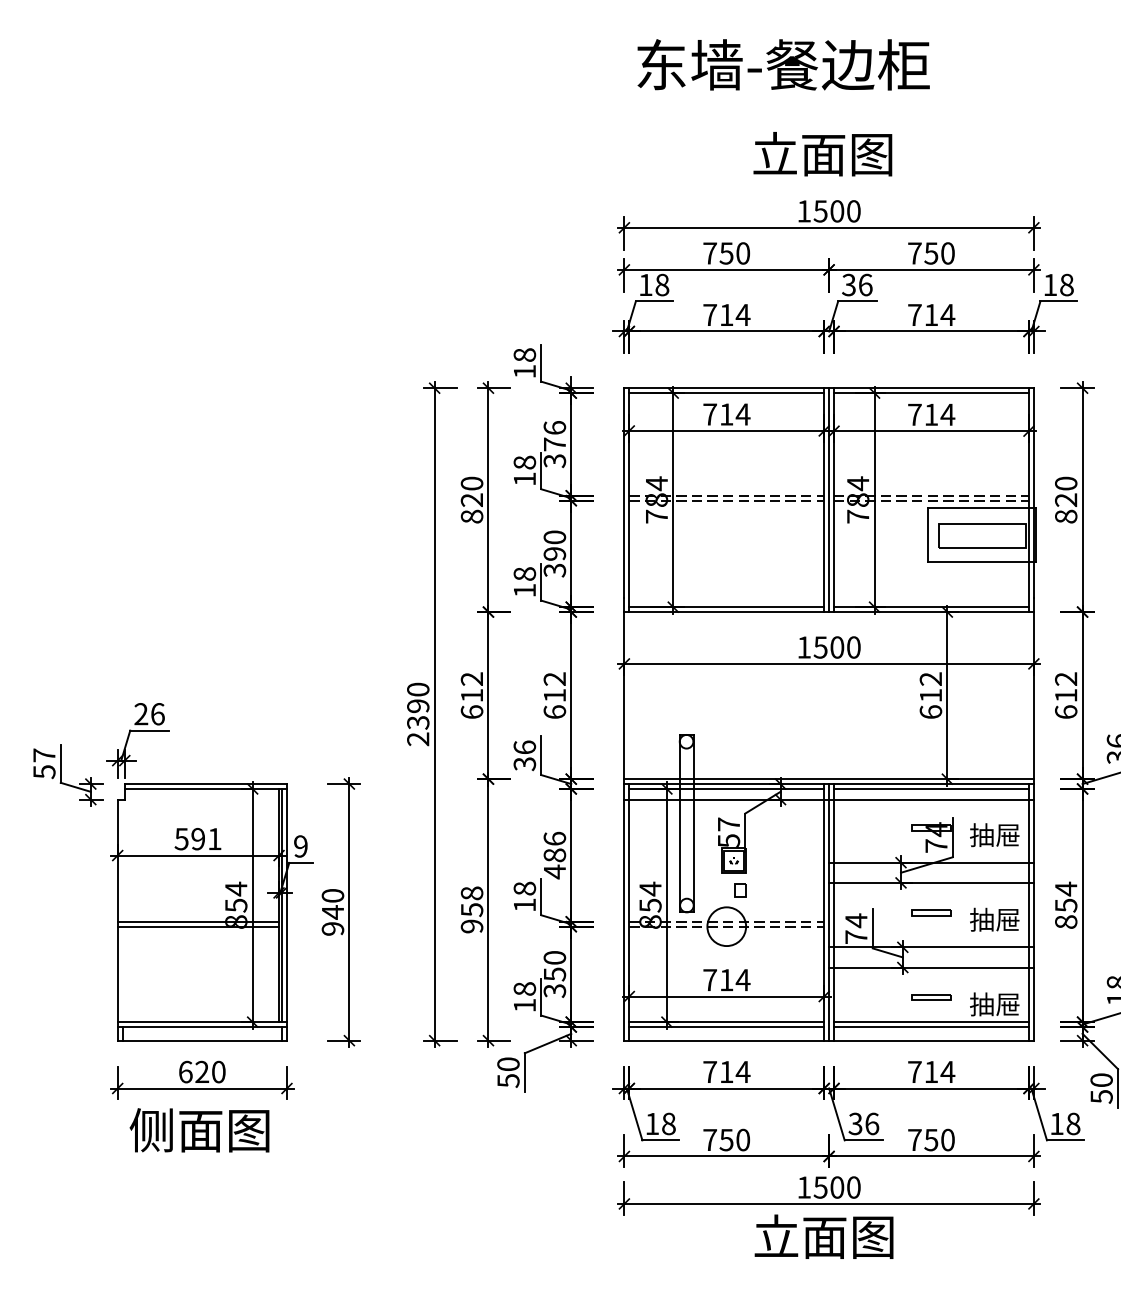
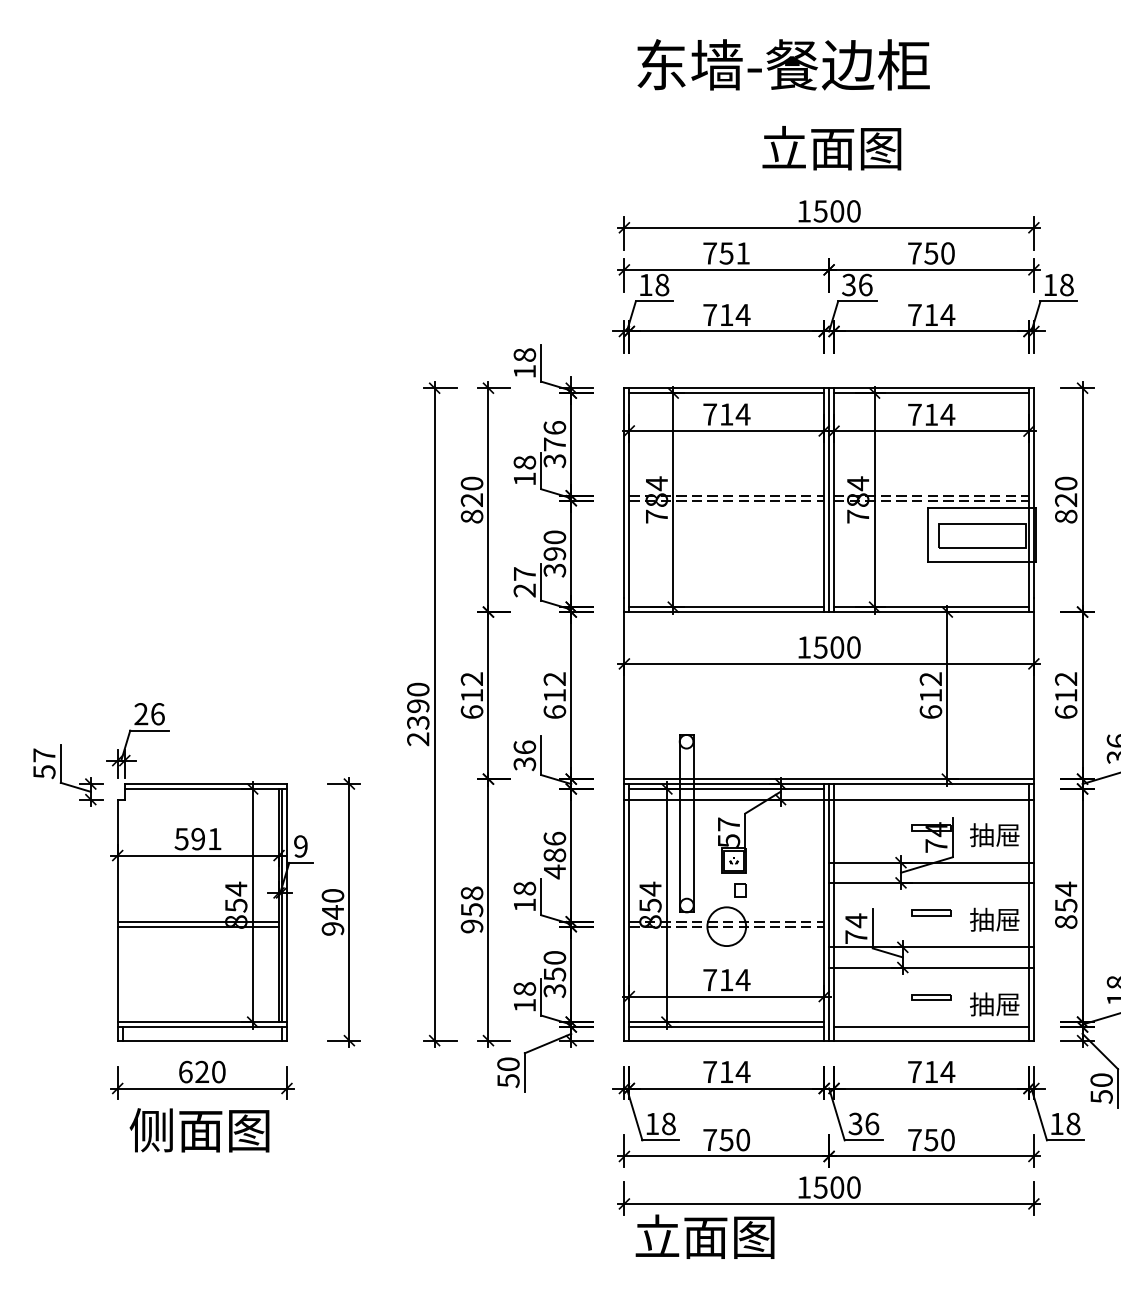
text at (822, 154) position: (822, 154) -> (831, 148)
text at (743, 253): 750 -> 751
text at (524, 582): 18 -> 27
line at (931, 788): present -> none
line at (931, 1022): present -> none
text at (823, 1236) position: (823, 1236) -> (704, 1236)
